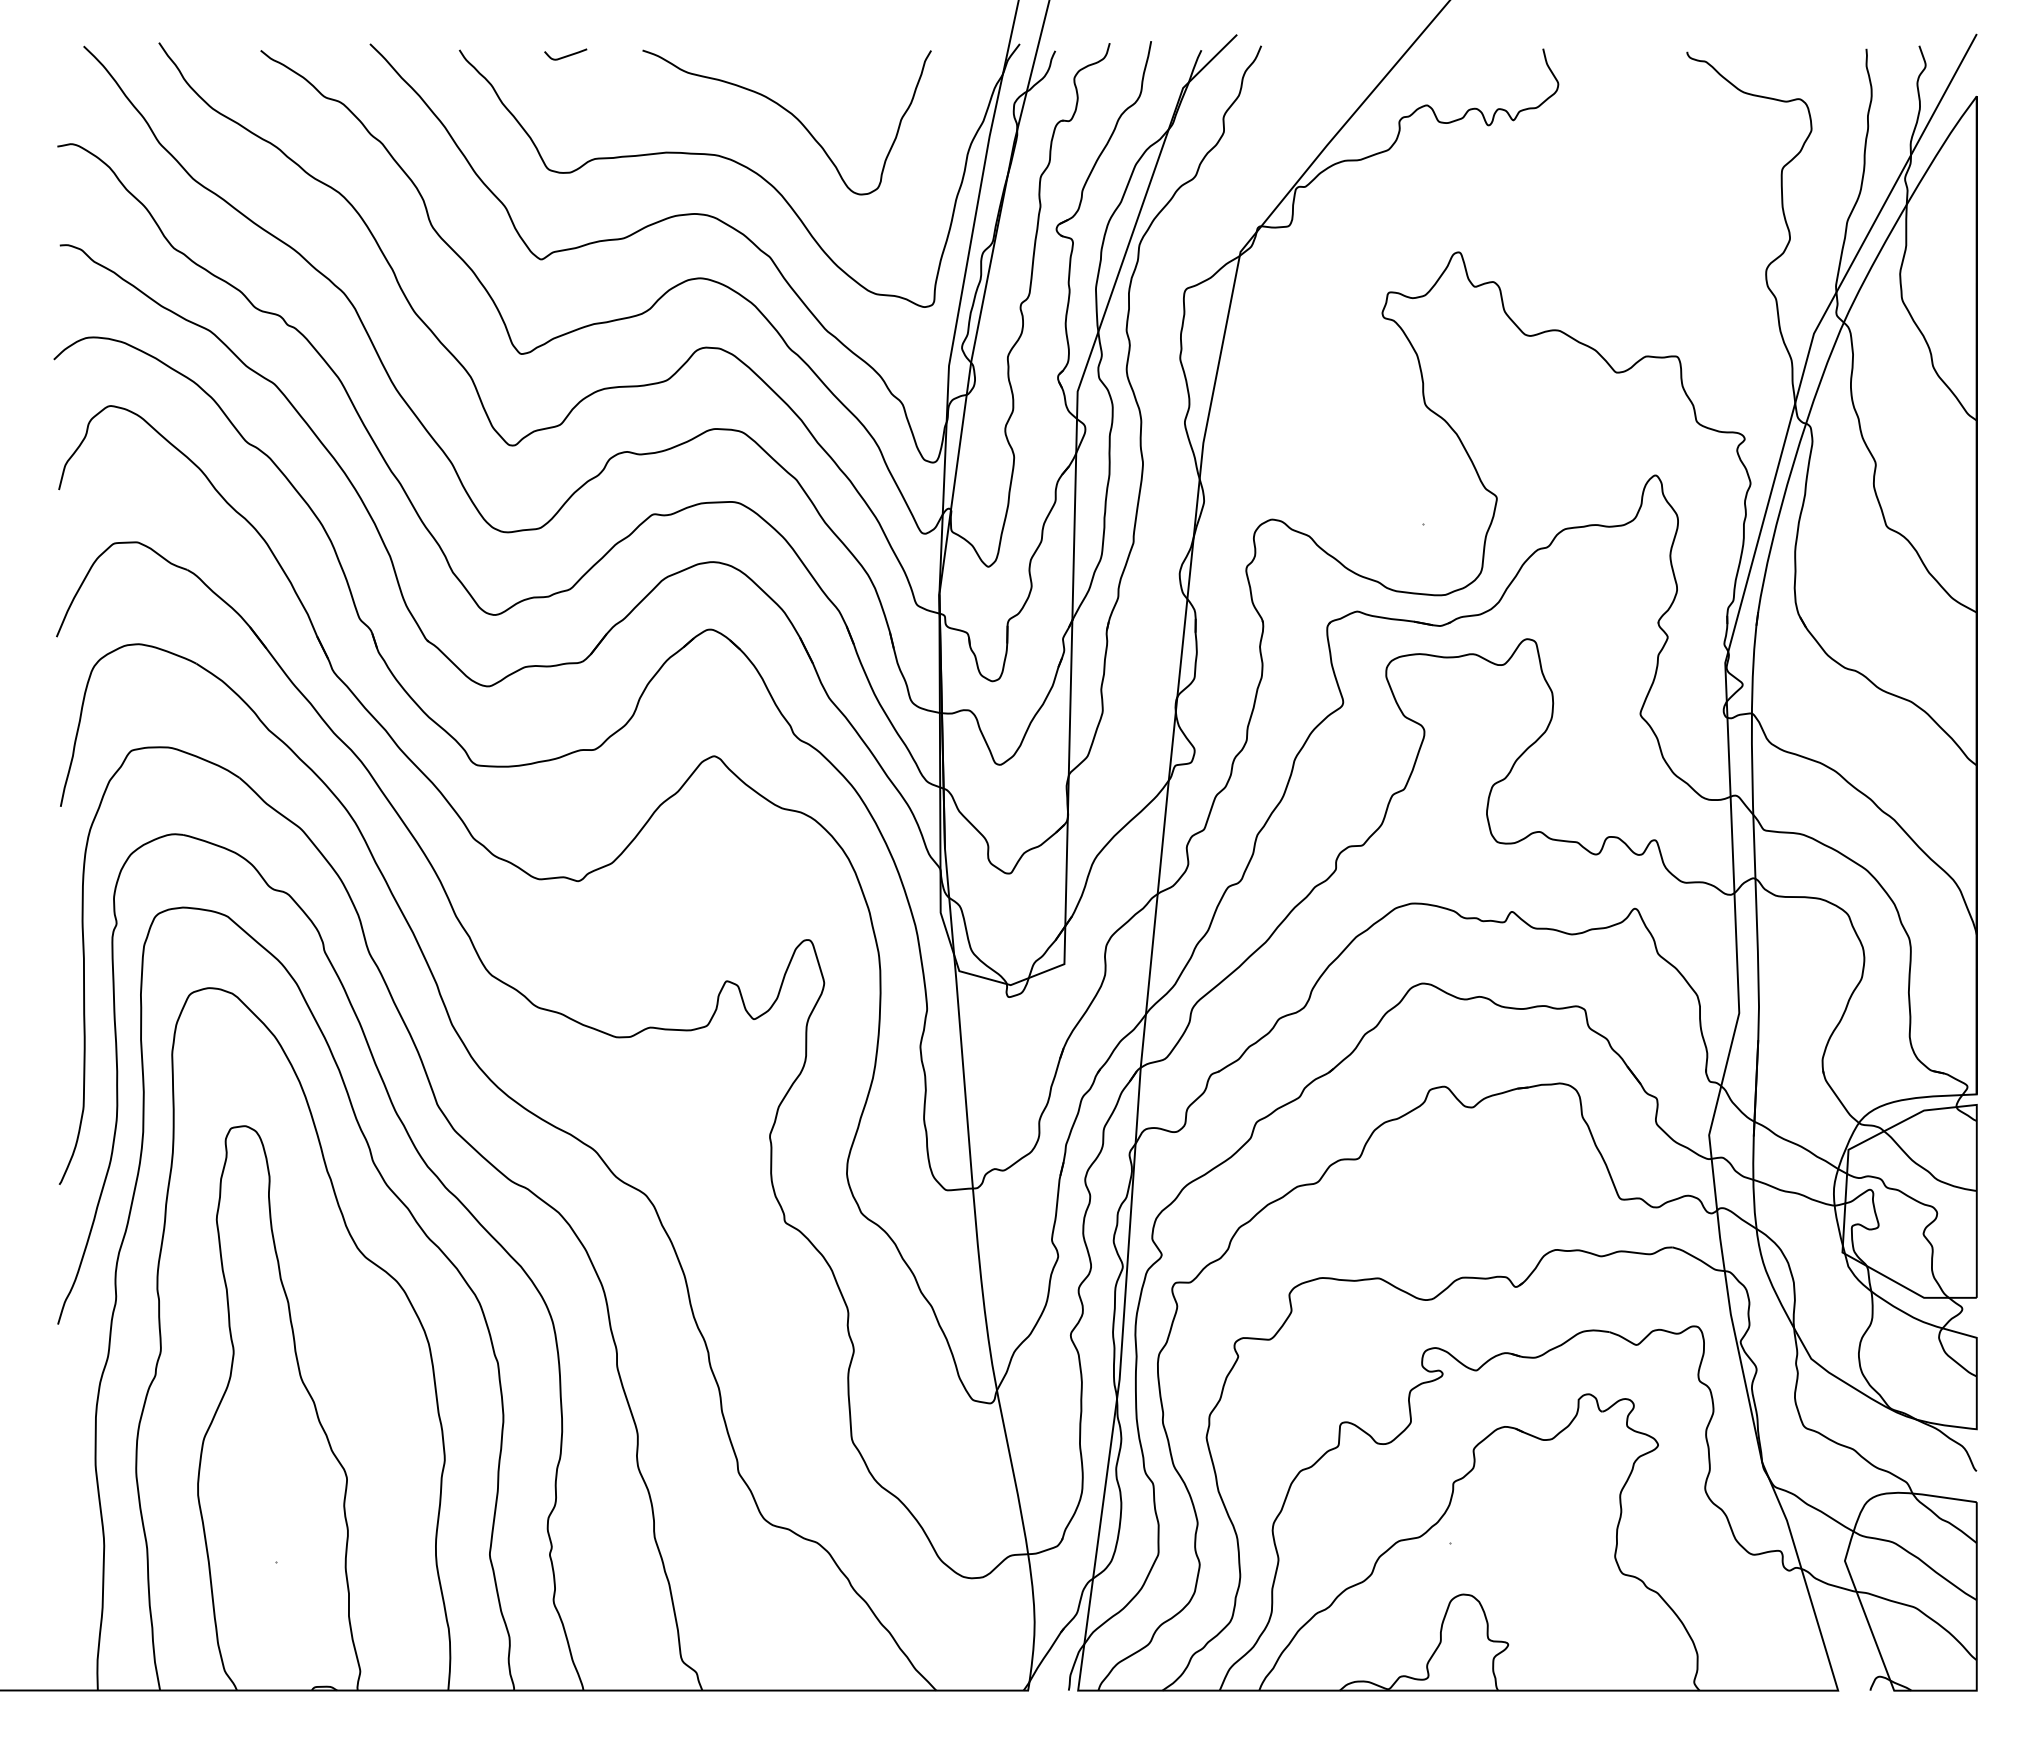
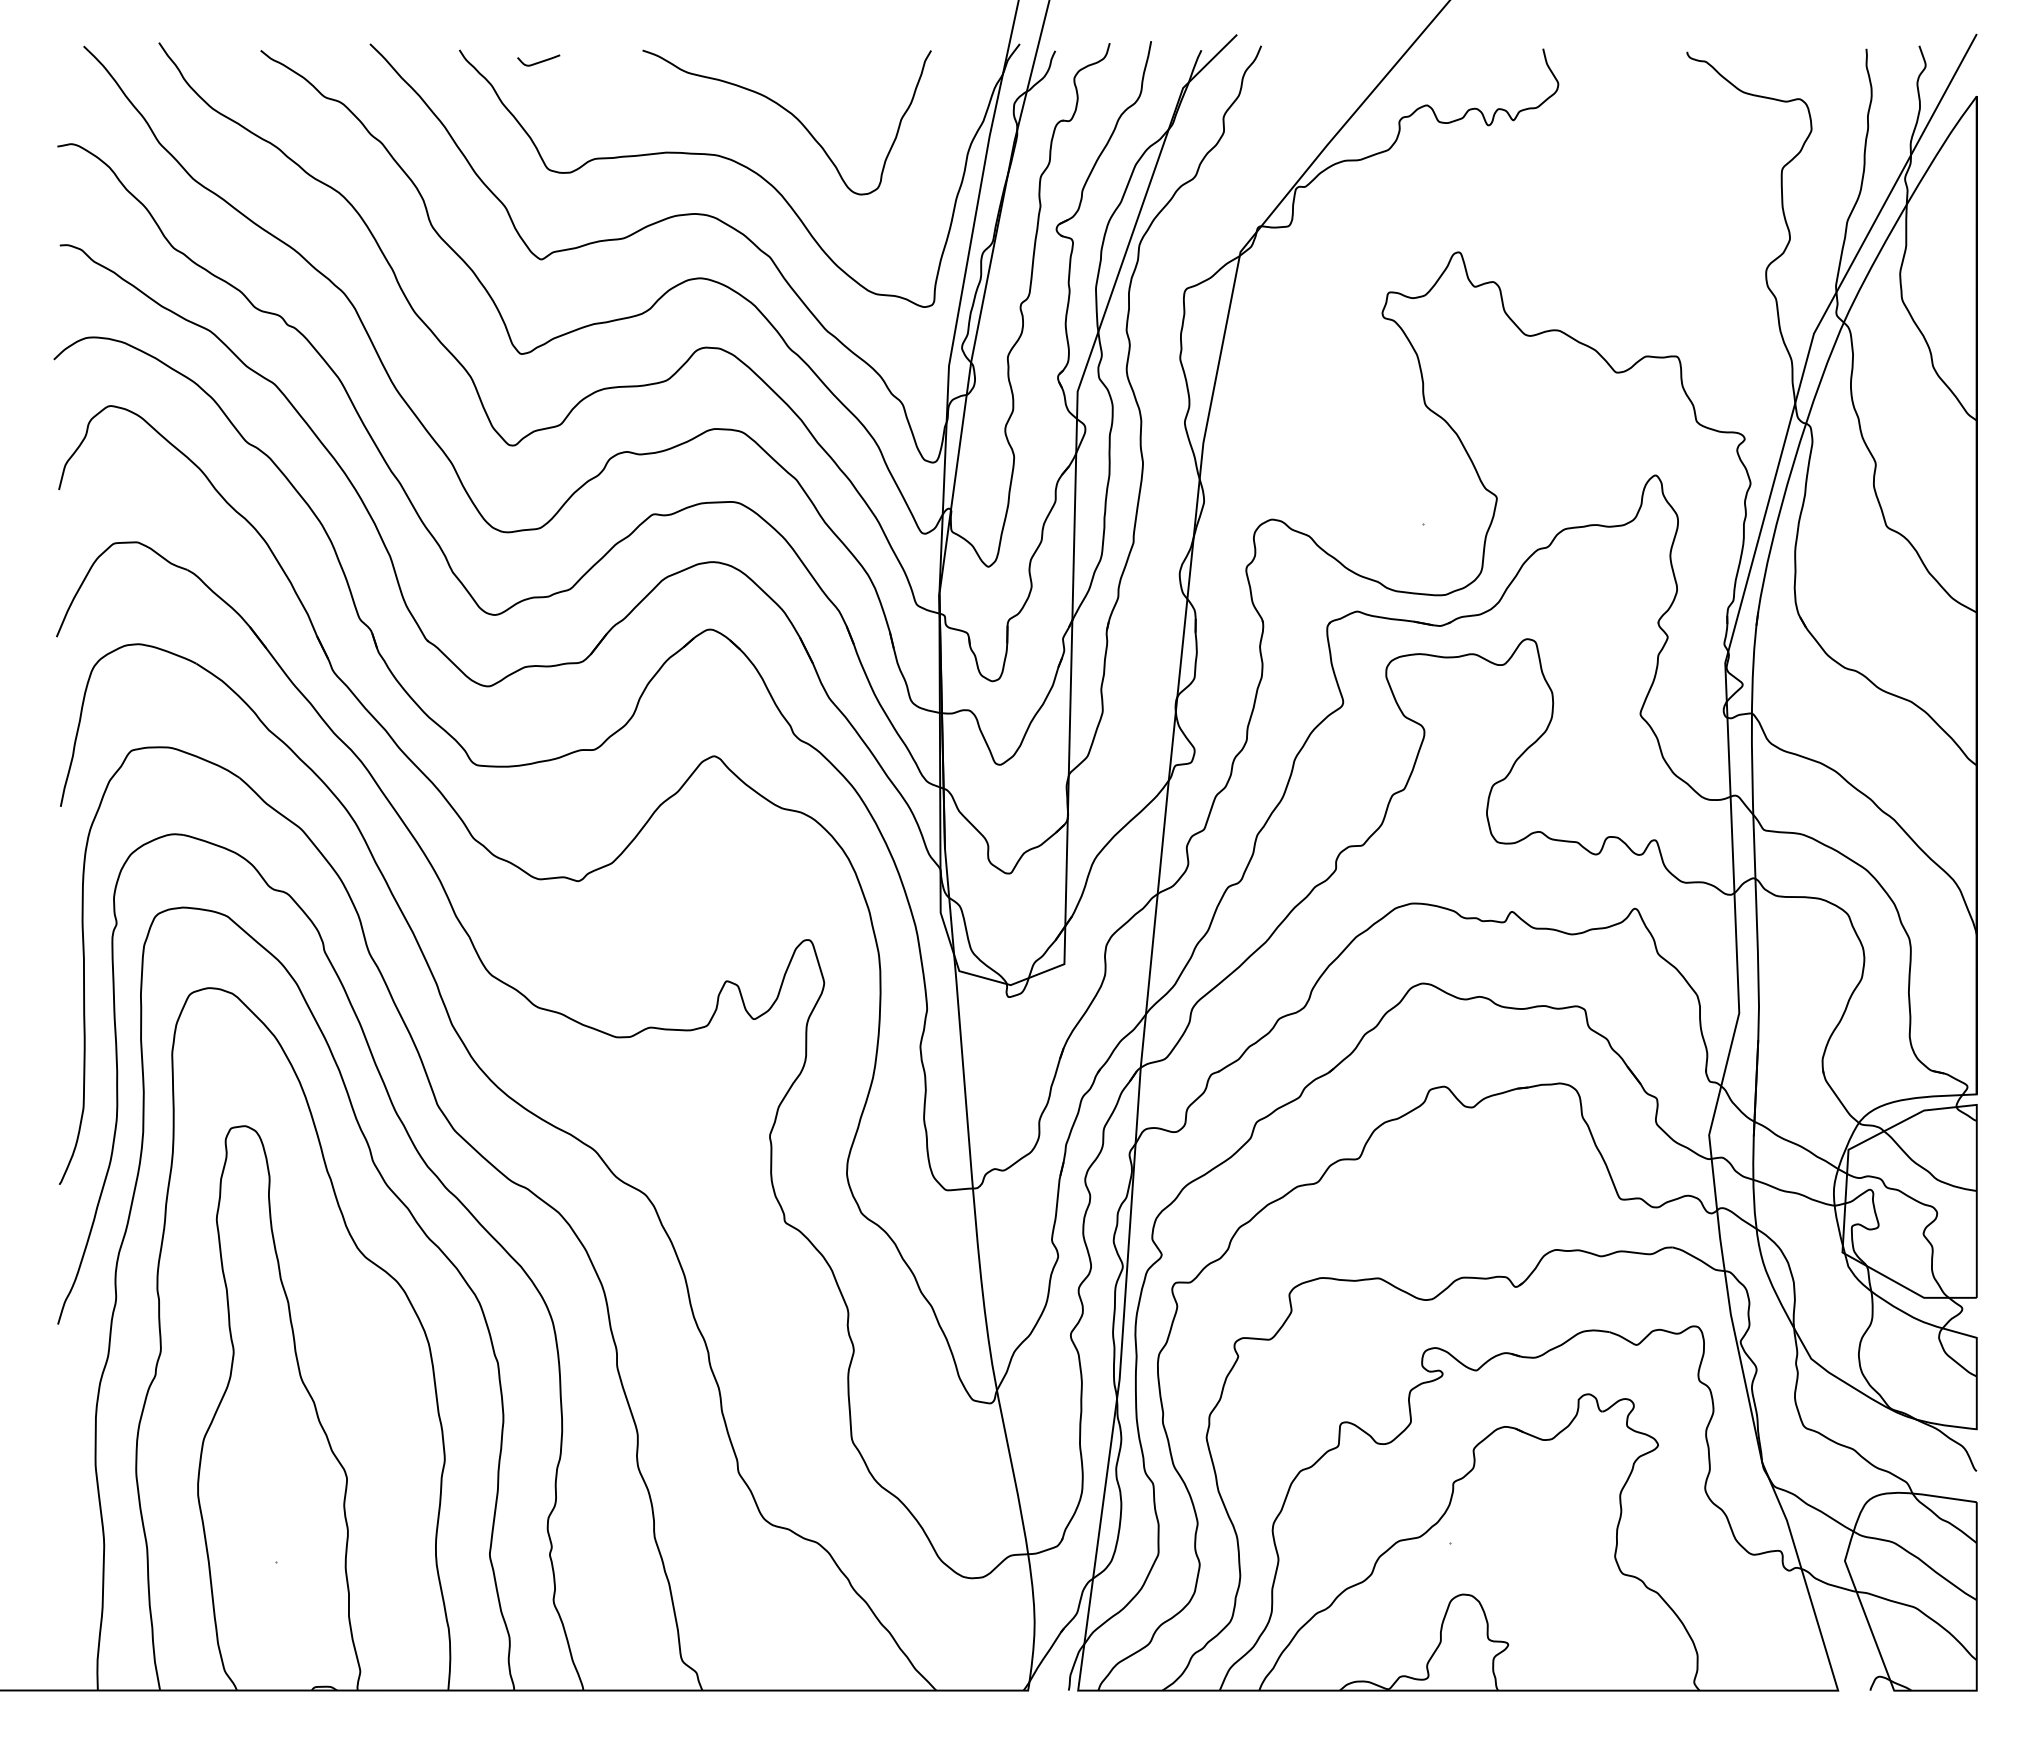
curve at (565, 55) position: (565, 55) -> (538, 61)
